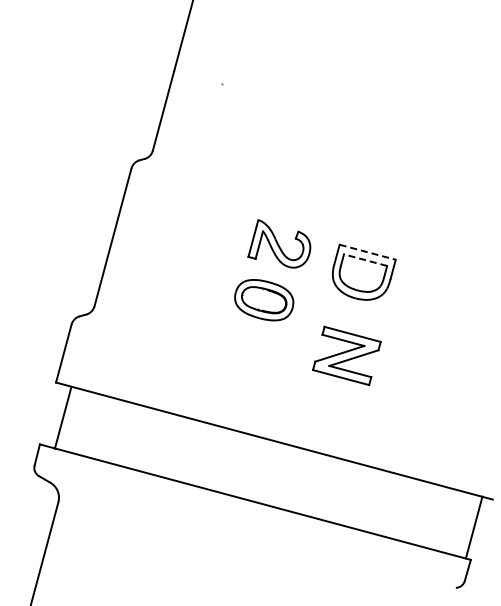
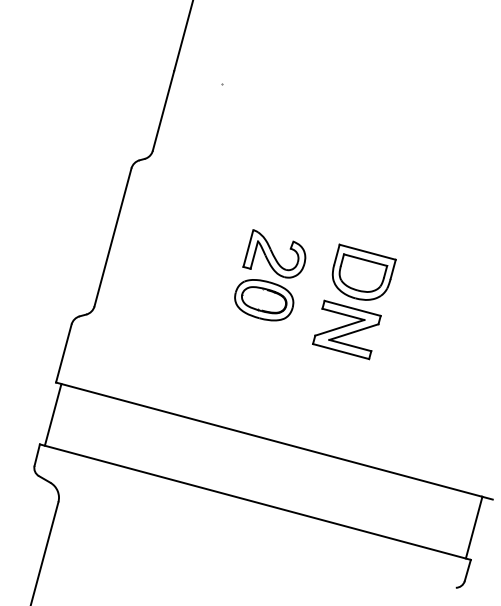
part at (279, 243) position: (279, 243) -> (274, 253)
line at (368, 252): dashed -> solid
line at (365, 260): dashed -> solid
part at (346, 355) position: (346, 355) -> (346, 329)
line at (62, 417) position: (62, 417) -> (52, 414)
